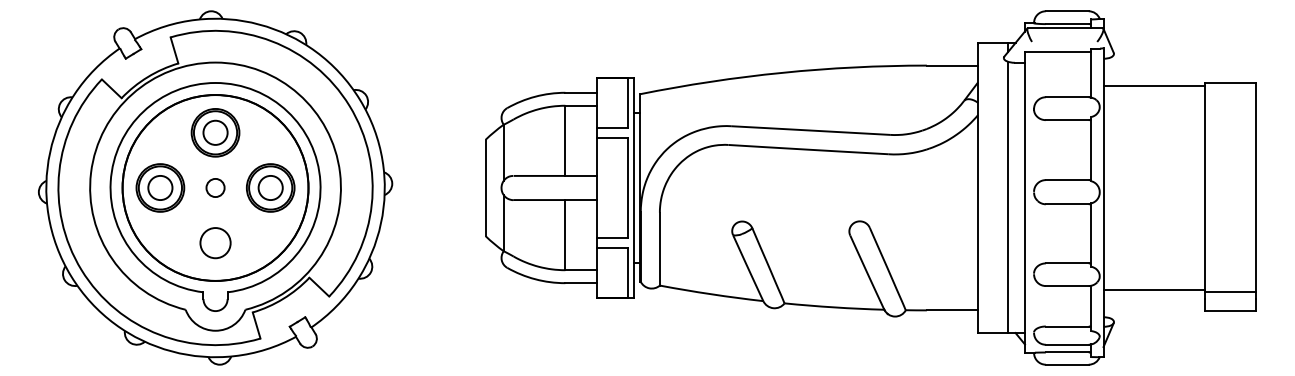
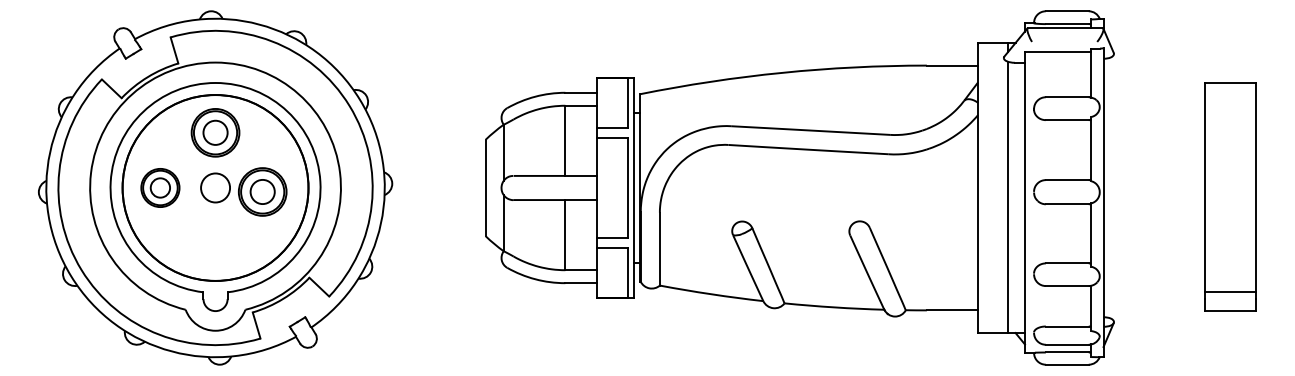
line at (1153, 86): present -> none
part at (160, 187) size: 51x50 px -> 41x40 px
circle at (215, 187) diameter: 18 px -> 29 px
part at (270, 187) position: (270, 187) -> (262, 191)
circle at (215, 243): present -> none
line at (1153, 289): present -> none
